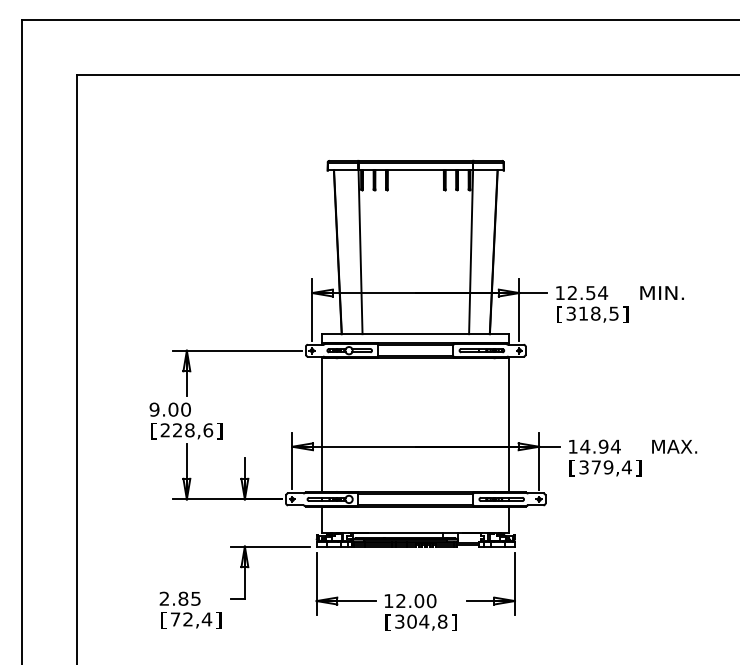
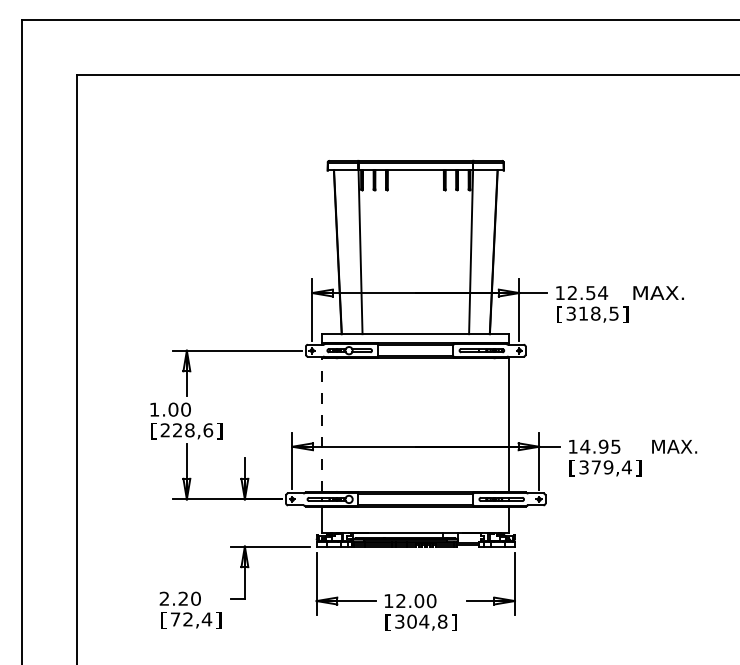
text at (655, 292): MIN. -> MAX.
text at (154, 409): 9.00 -> 1.00
line at (322, 424): solid -> dashed
text at (615, 446): 14.94 -> 14.95
text at (189, 598): 2.85 -> 2.20
